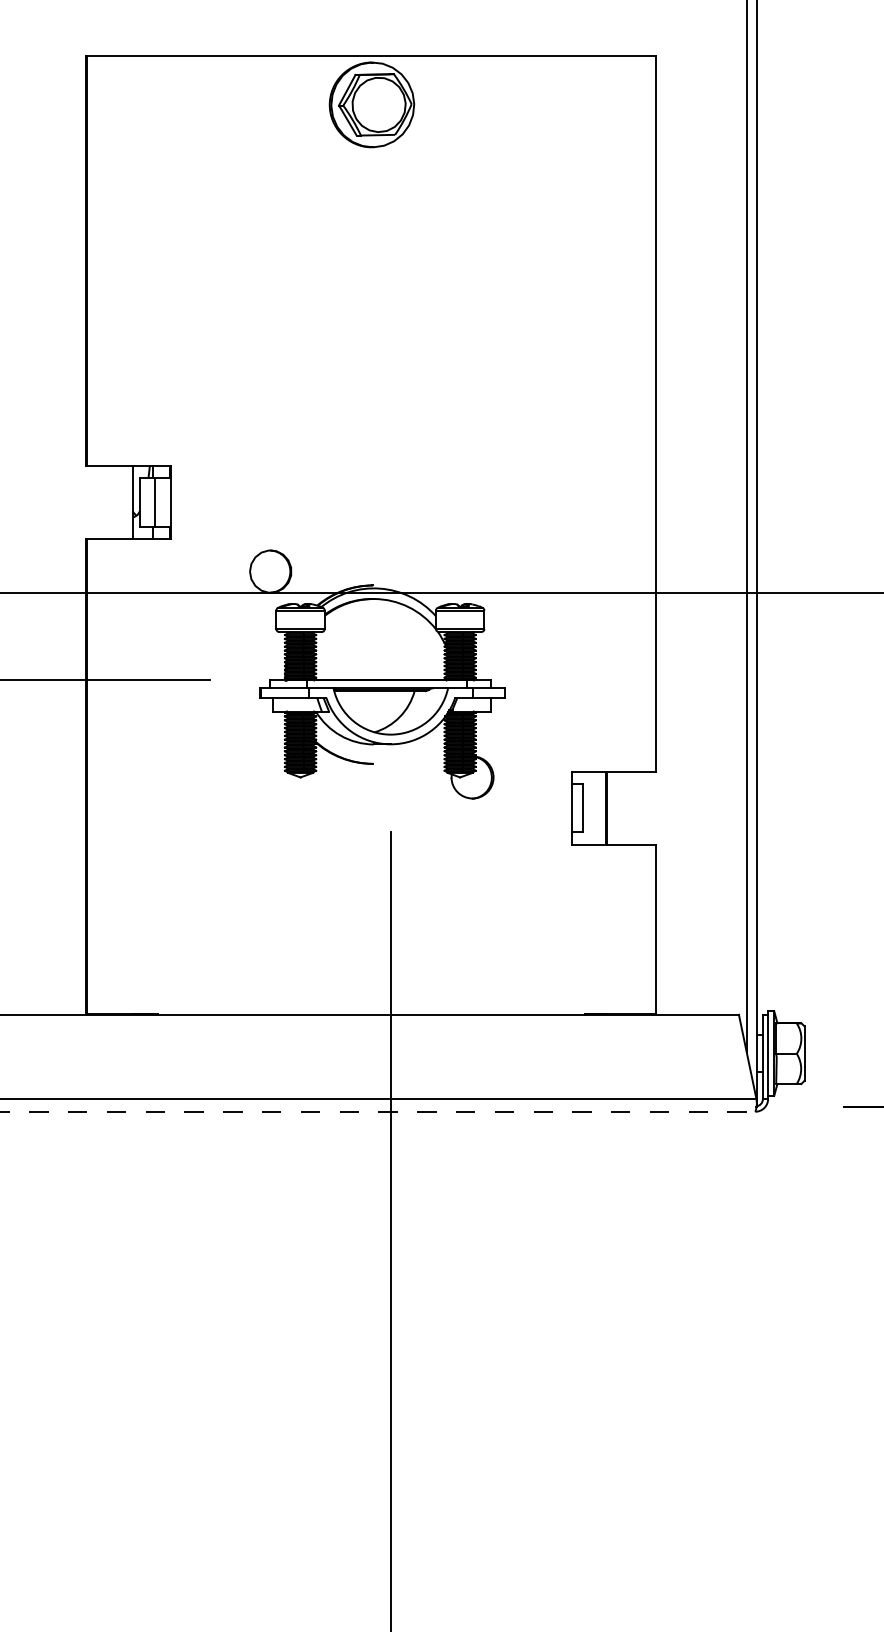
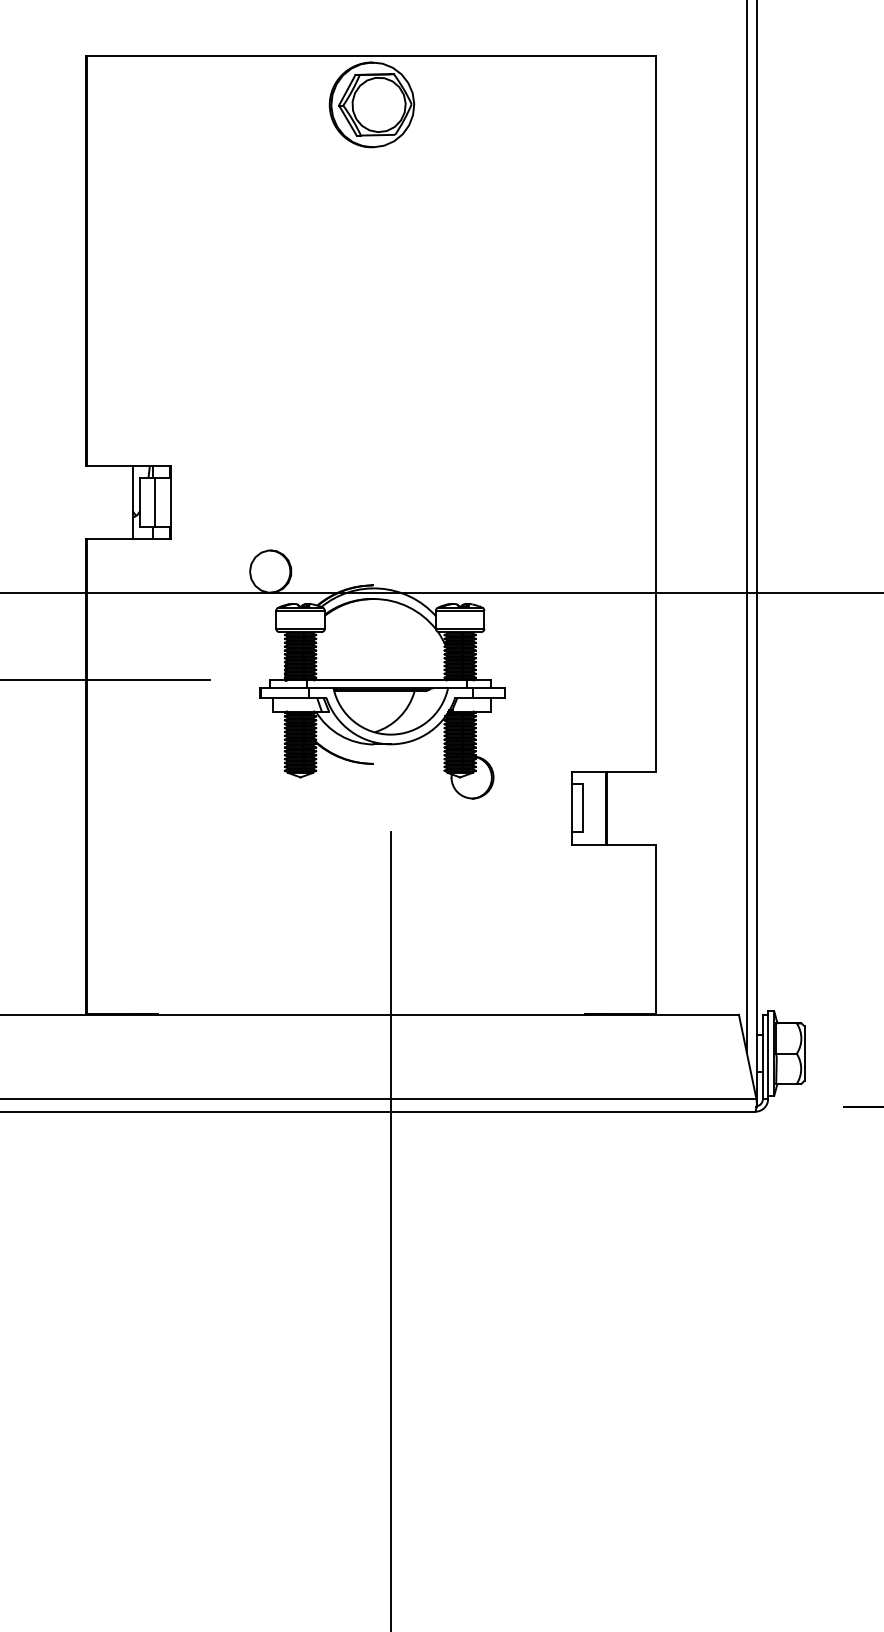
line at (378, 1111): dashed -> solid
